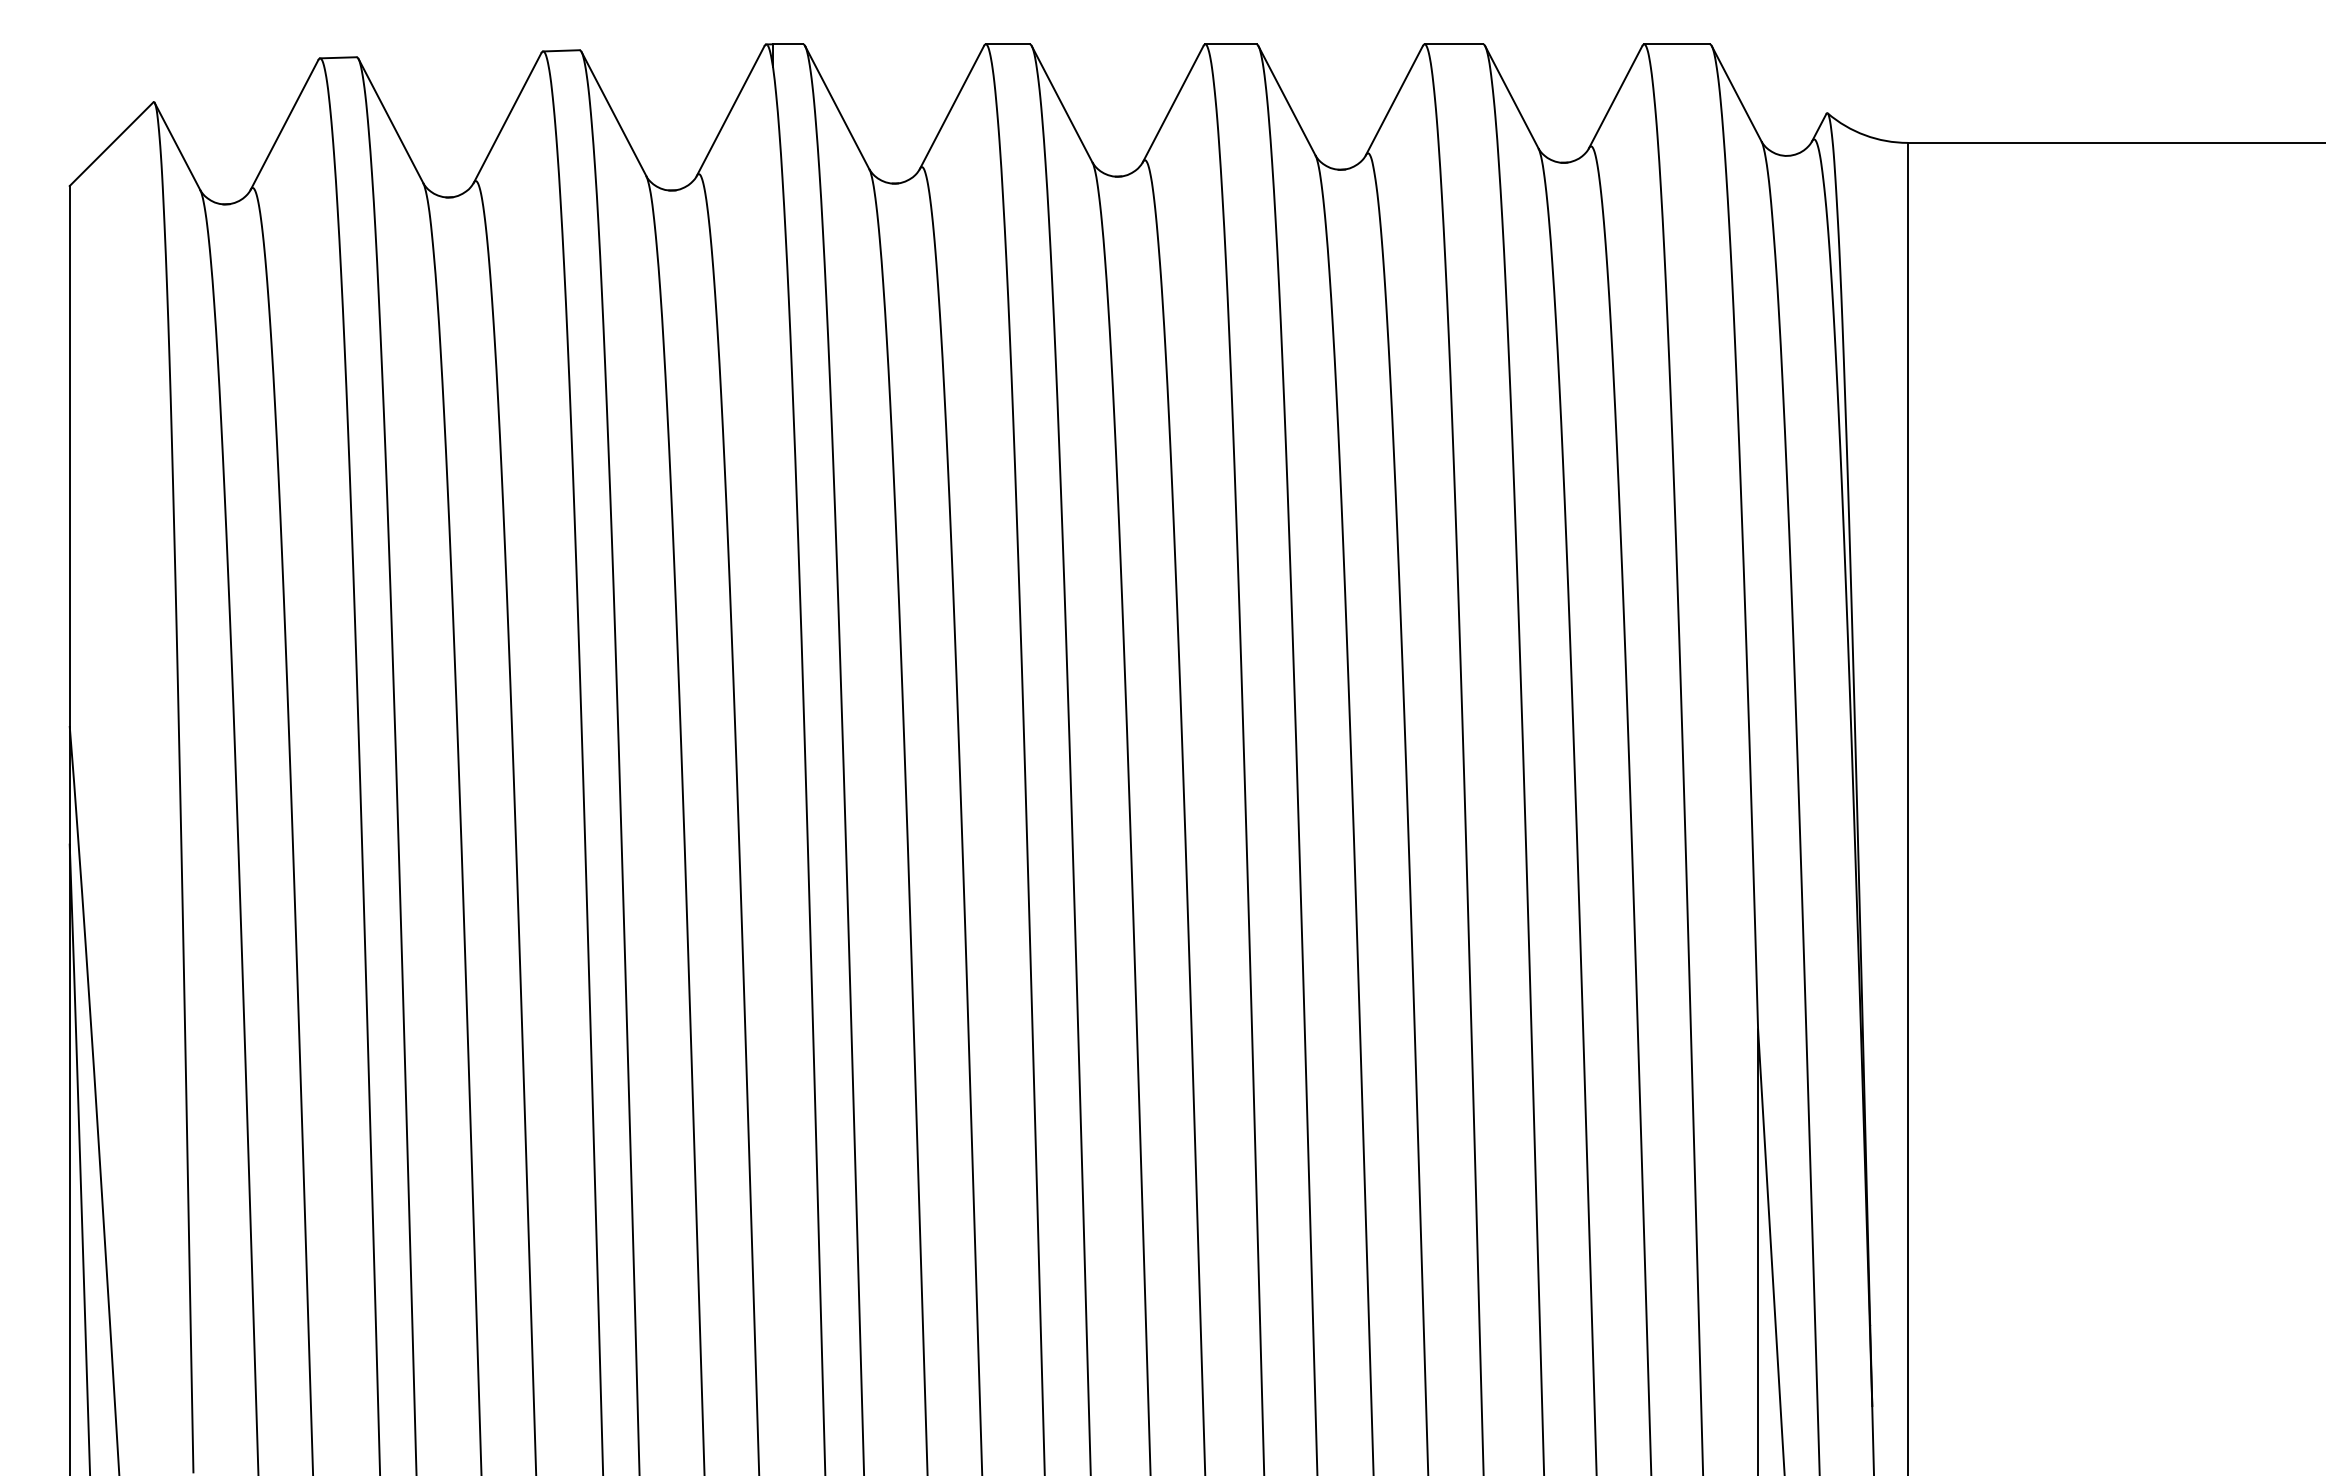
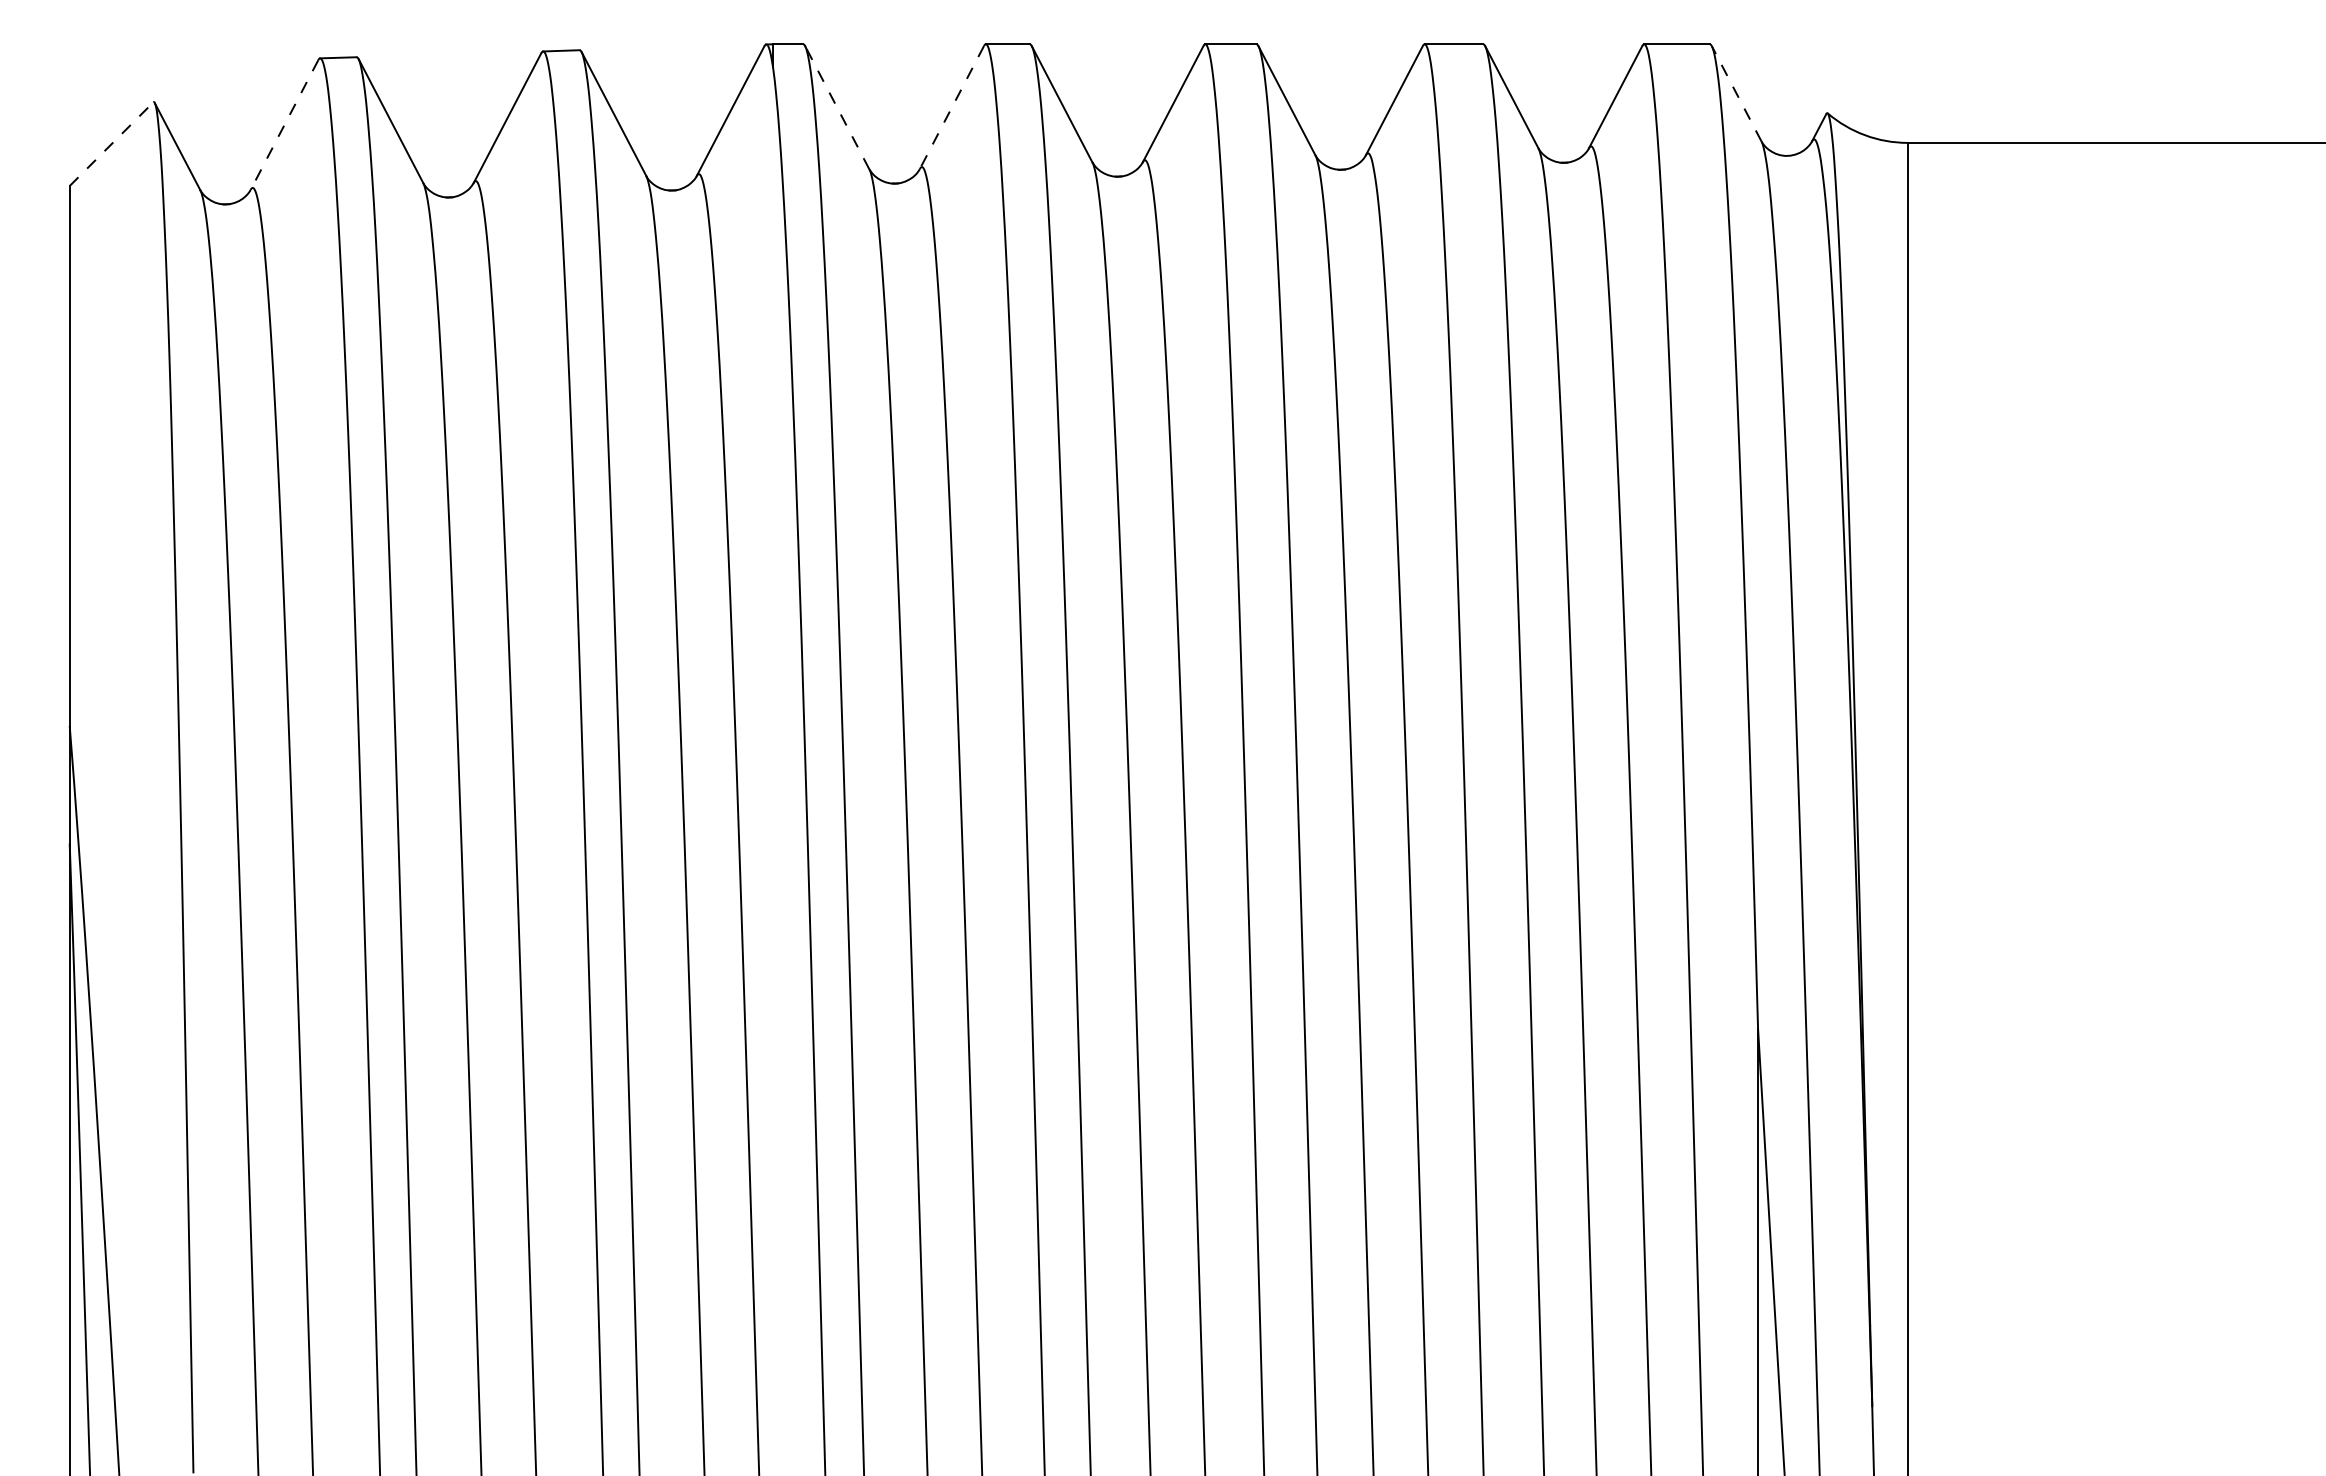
line at (1736, 93): solid -> dashed
line at (837, 107): solid -> dashed
line at (951, 108): solid -> dashed
line at (284, 125): solid -> dashed
line at (111, 143): solid -> dashed
